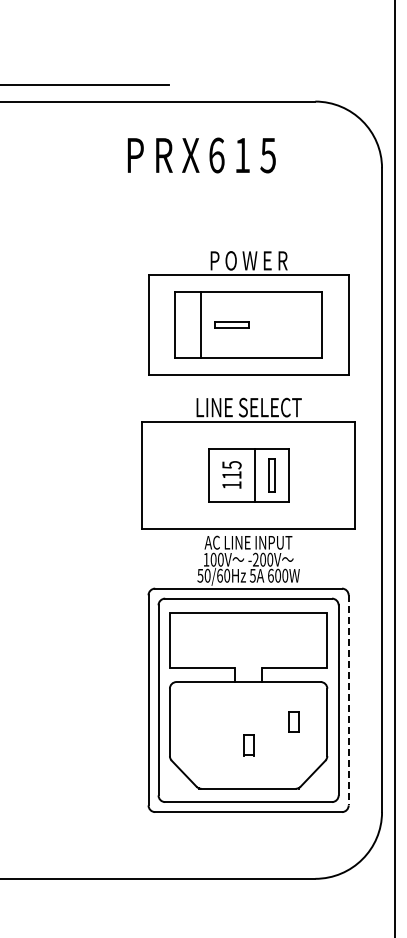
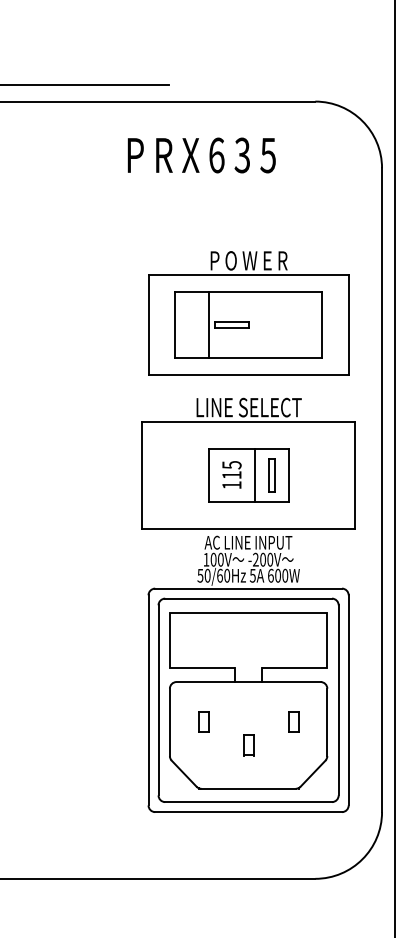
text at (241, 155): 1 -> 3
line at (200, 324) position: (200, 324) -> (208, 324)
line at (348, 700): dashed -> solid
part at (203, 721): none -> present
